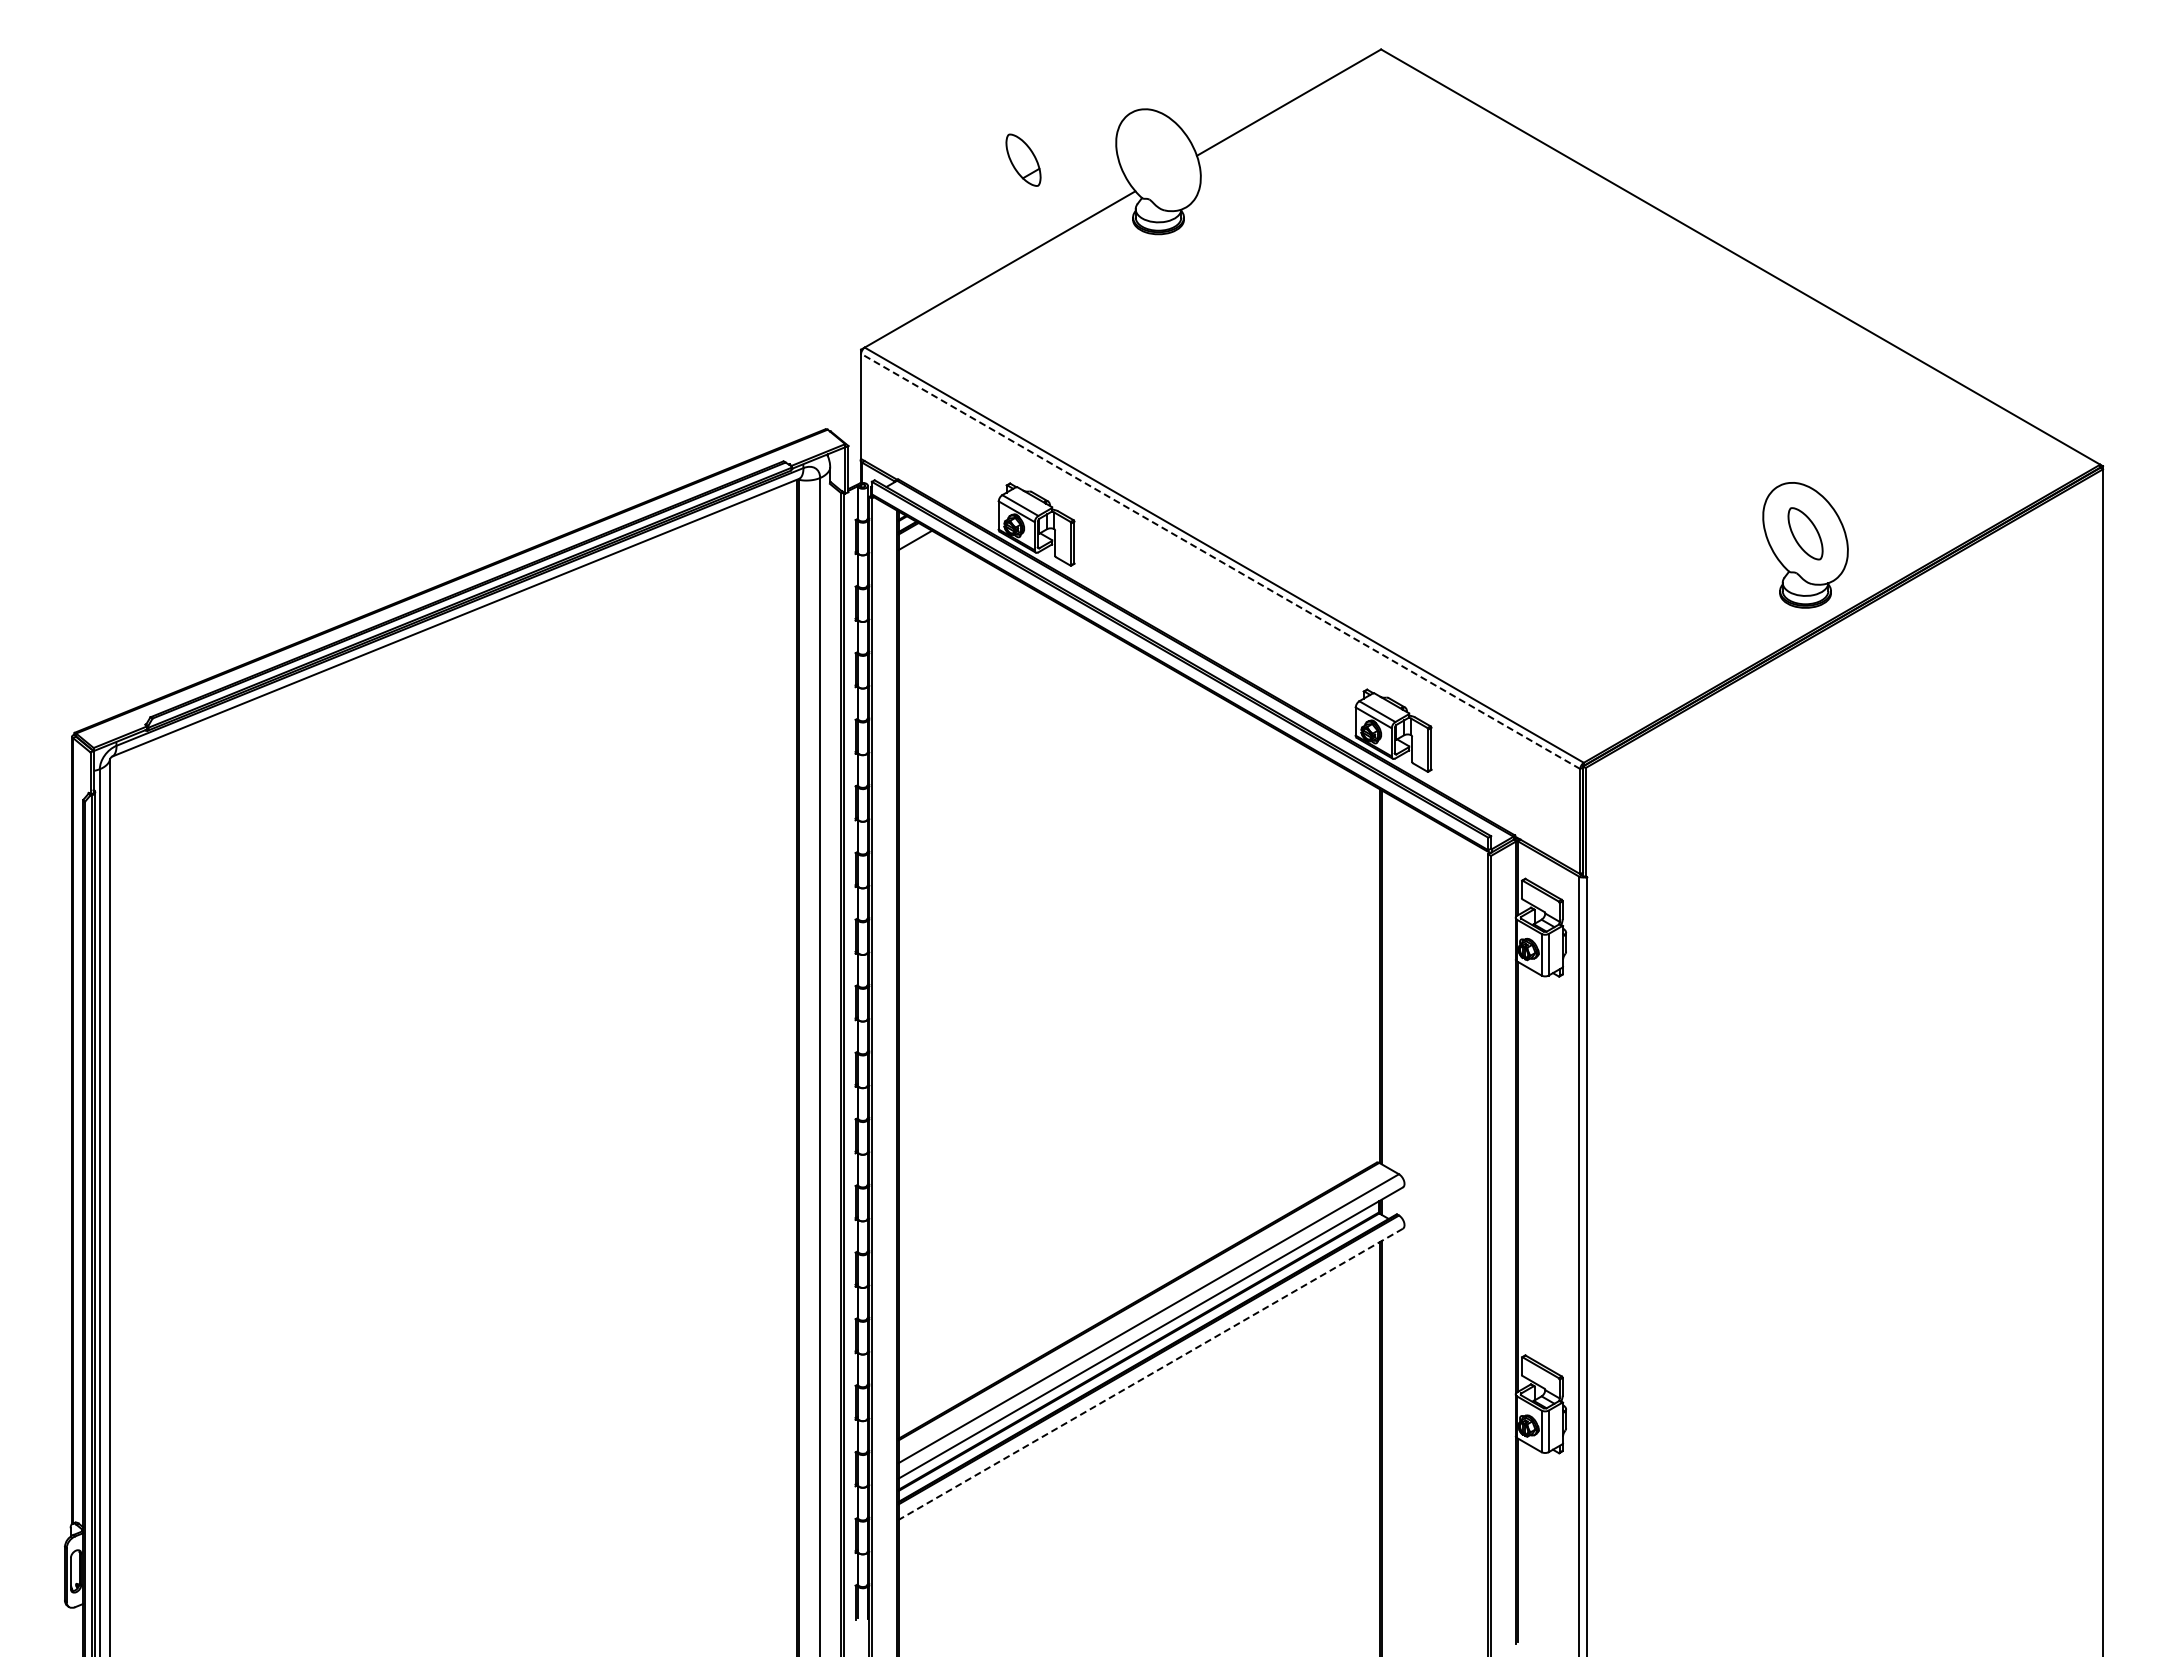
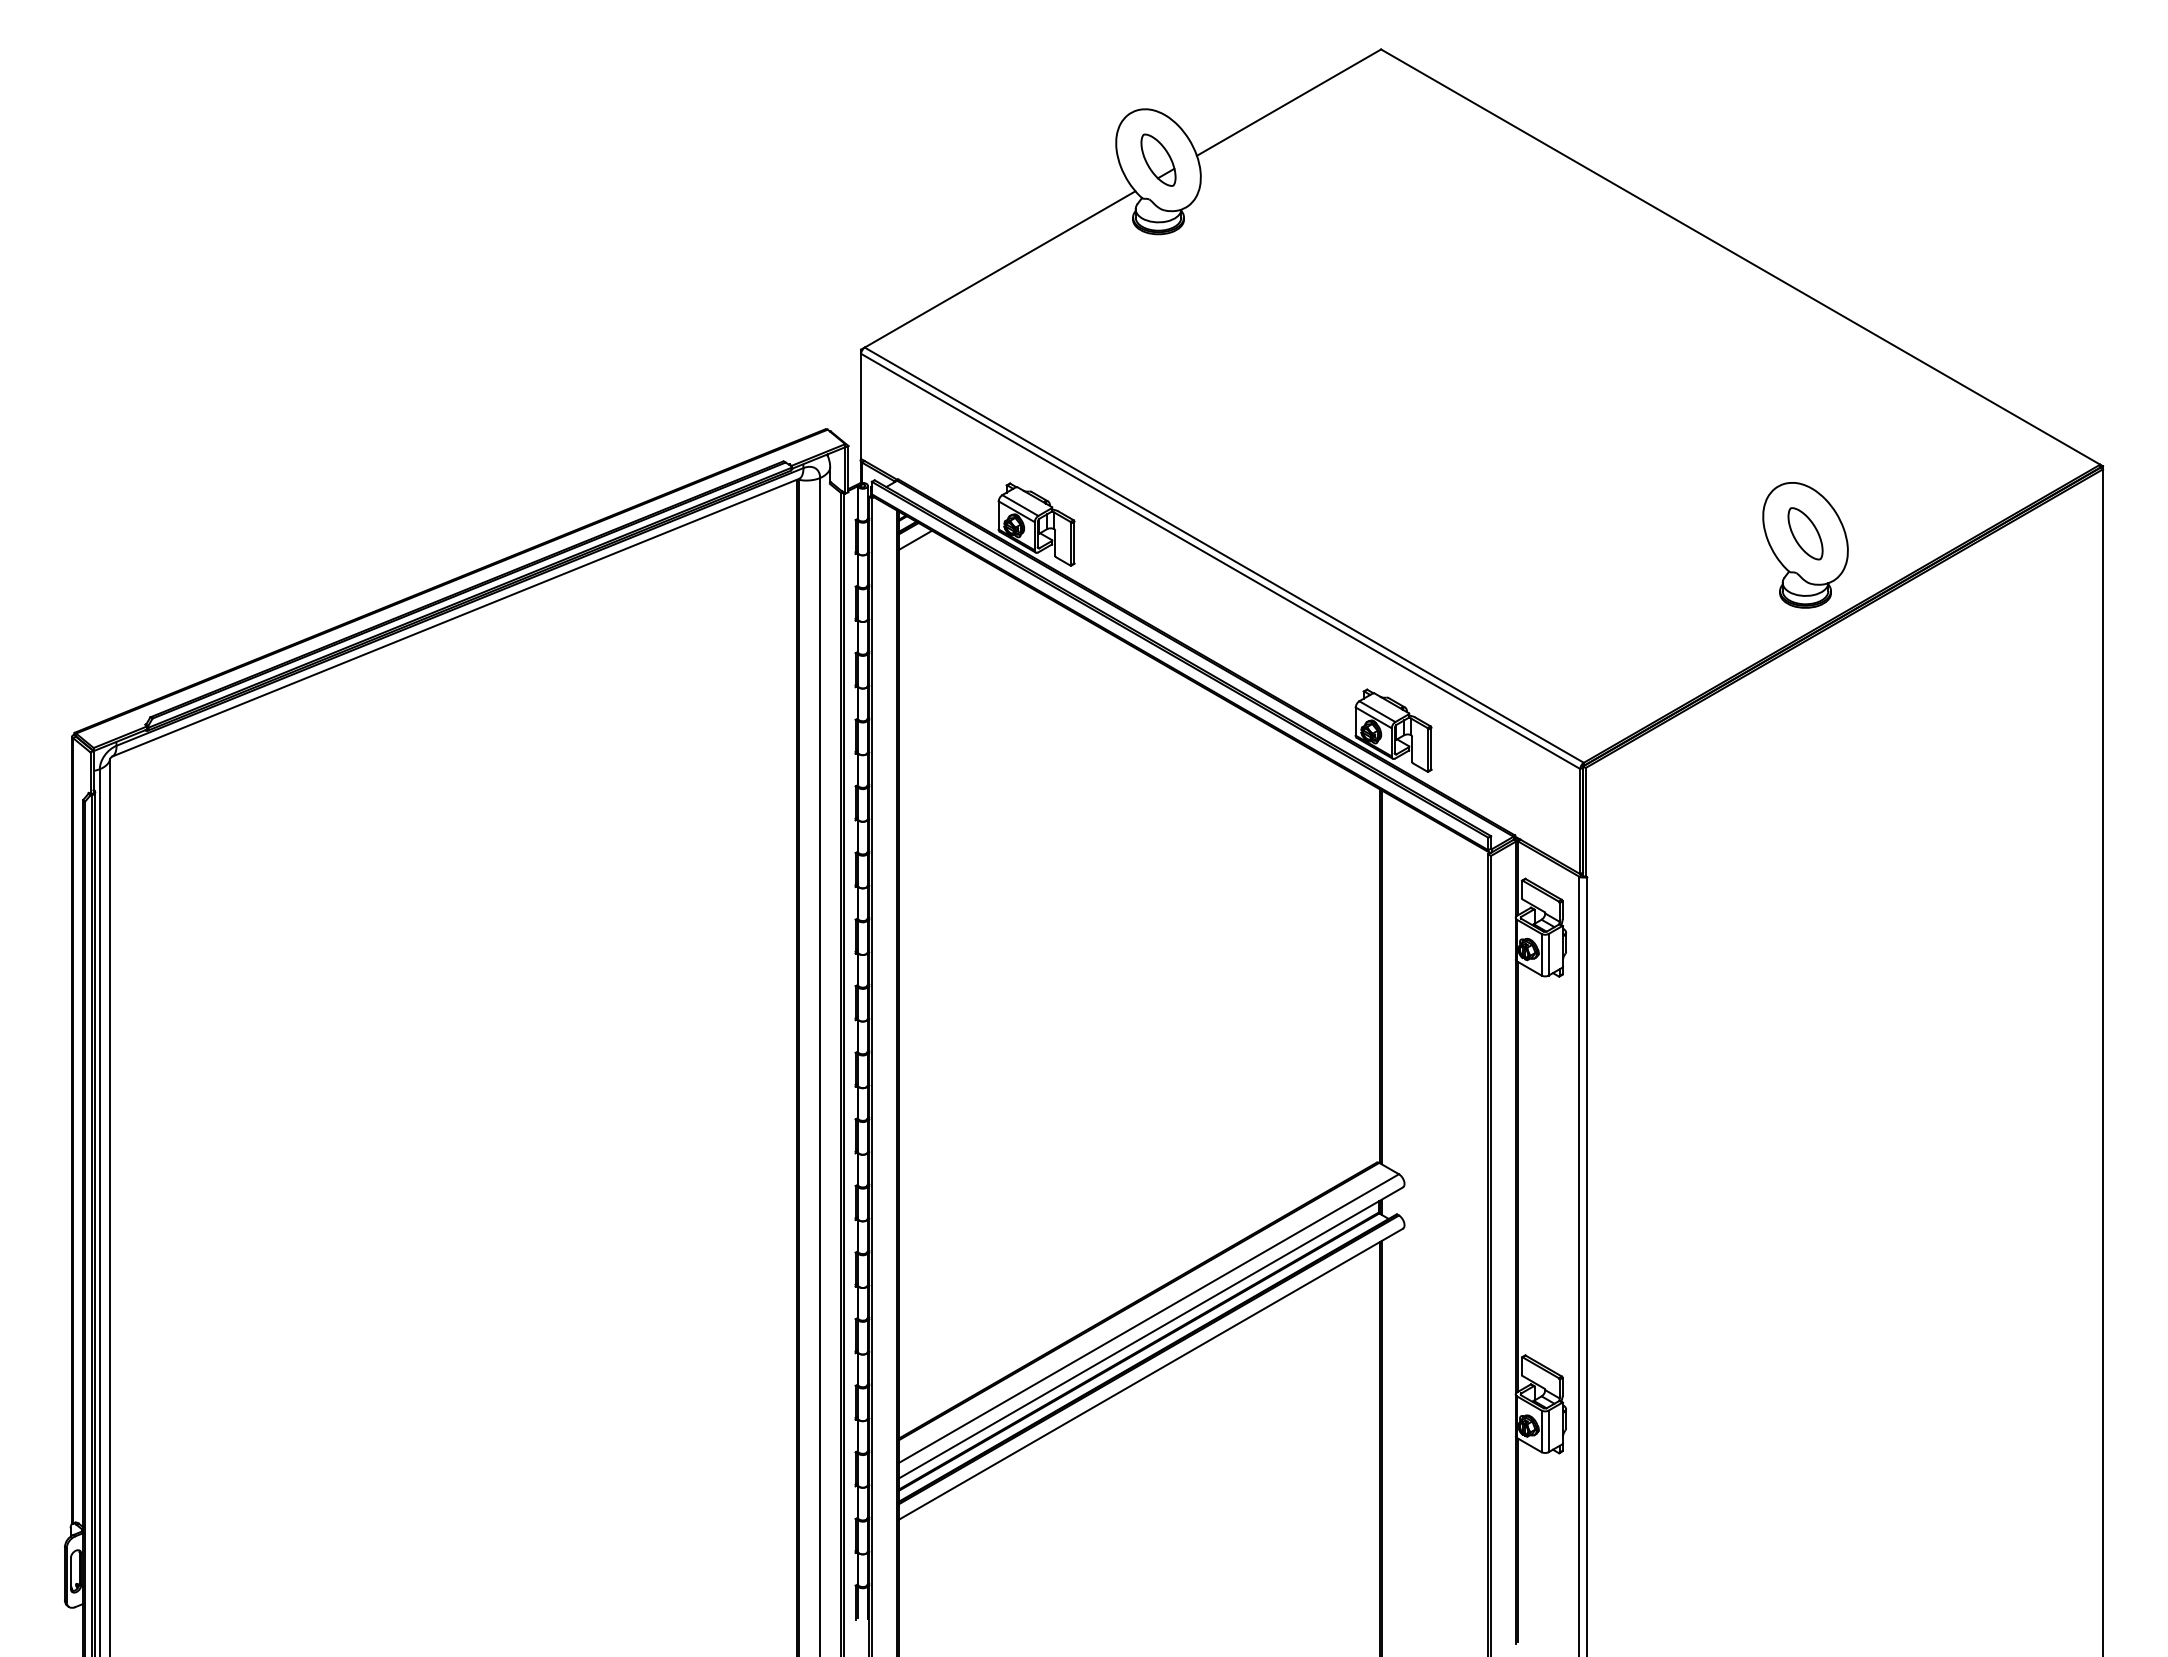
part at (1023, 159) position: (1023, 159) -> (1158, 159)
line at (1220, 561): dashed -> solid
line at (1150, 1374): dashed -> solid
